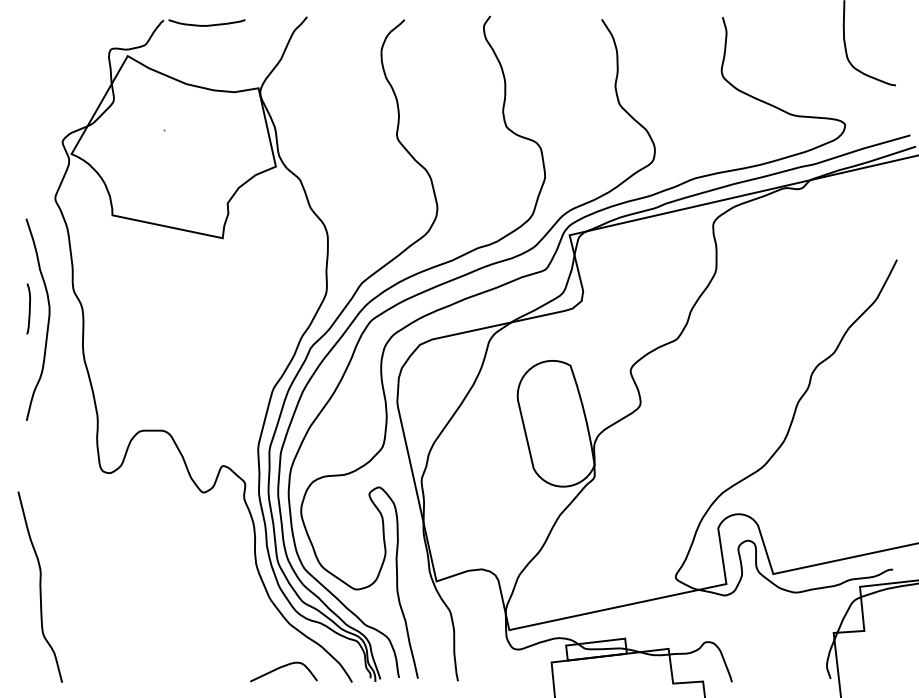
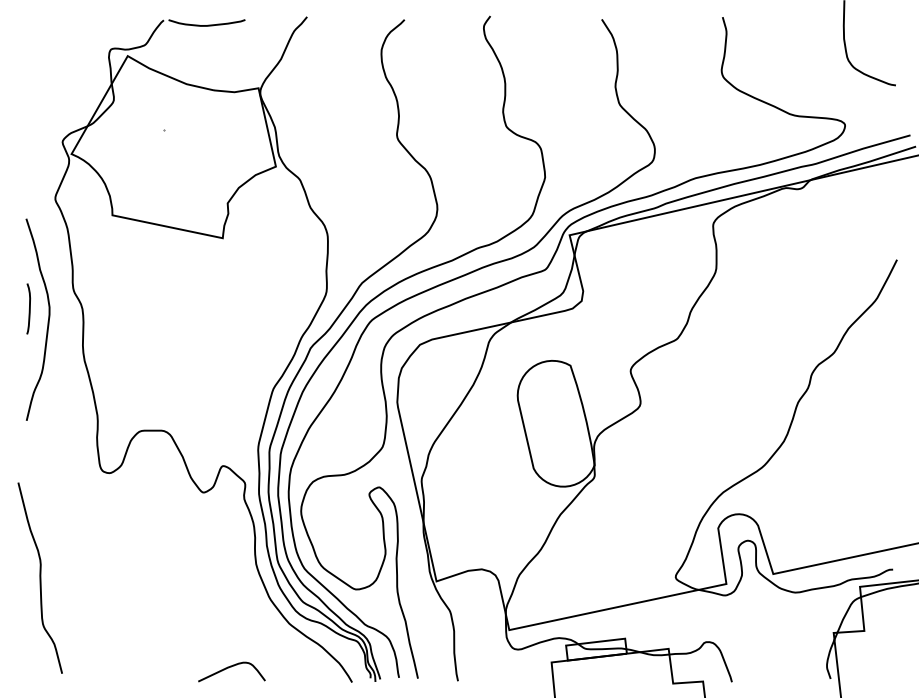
curve at (39, 586) position: (39, 586) -> (39, 577)
curve at (283, 667) position: (283, 667) -> (231, 667)
